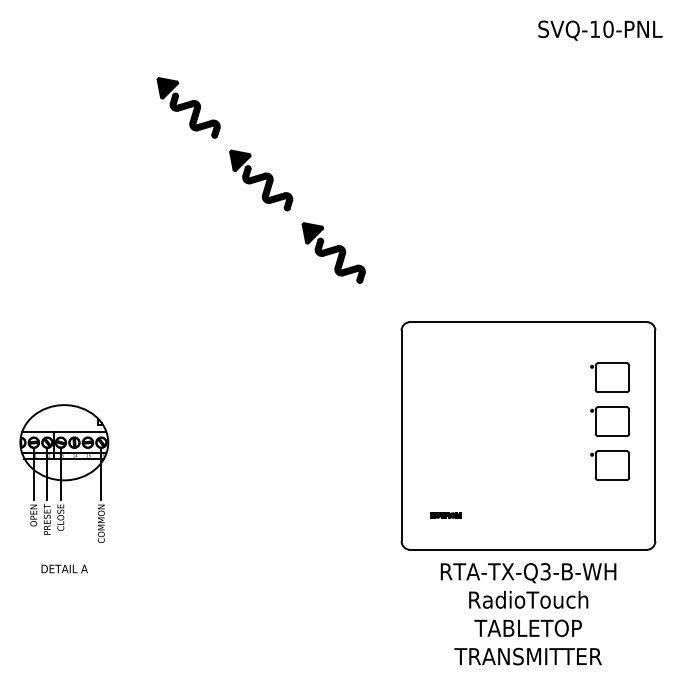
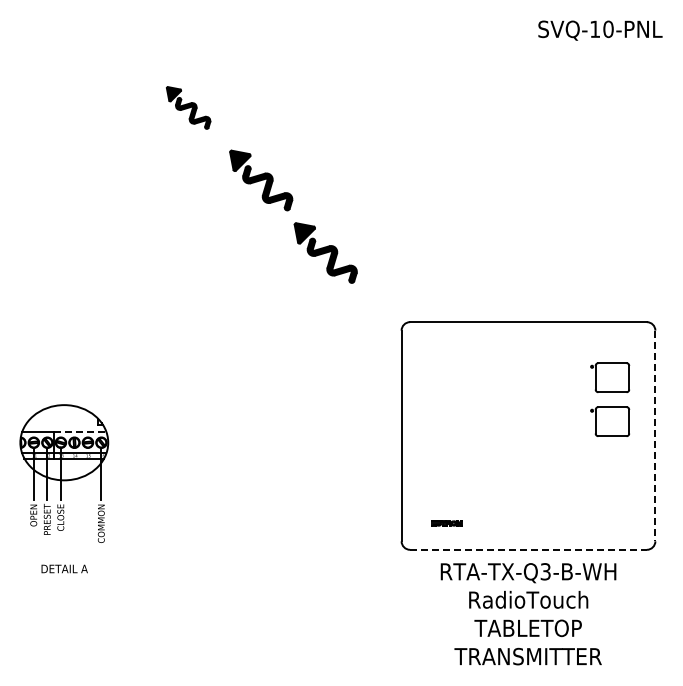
part at (188, 107) size: 65x62 px -> 46x44 px
part at (333, 252) position: (333, 252) -> (325, 252)
line at (80, 432): solid -> dashed
line at (655, 436): solid -> dashed
part at (610, 465): present -> none
part at (445, 515) position: (445, 515) -> (446, 523)
line at (528, 549): solid -> dashed
